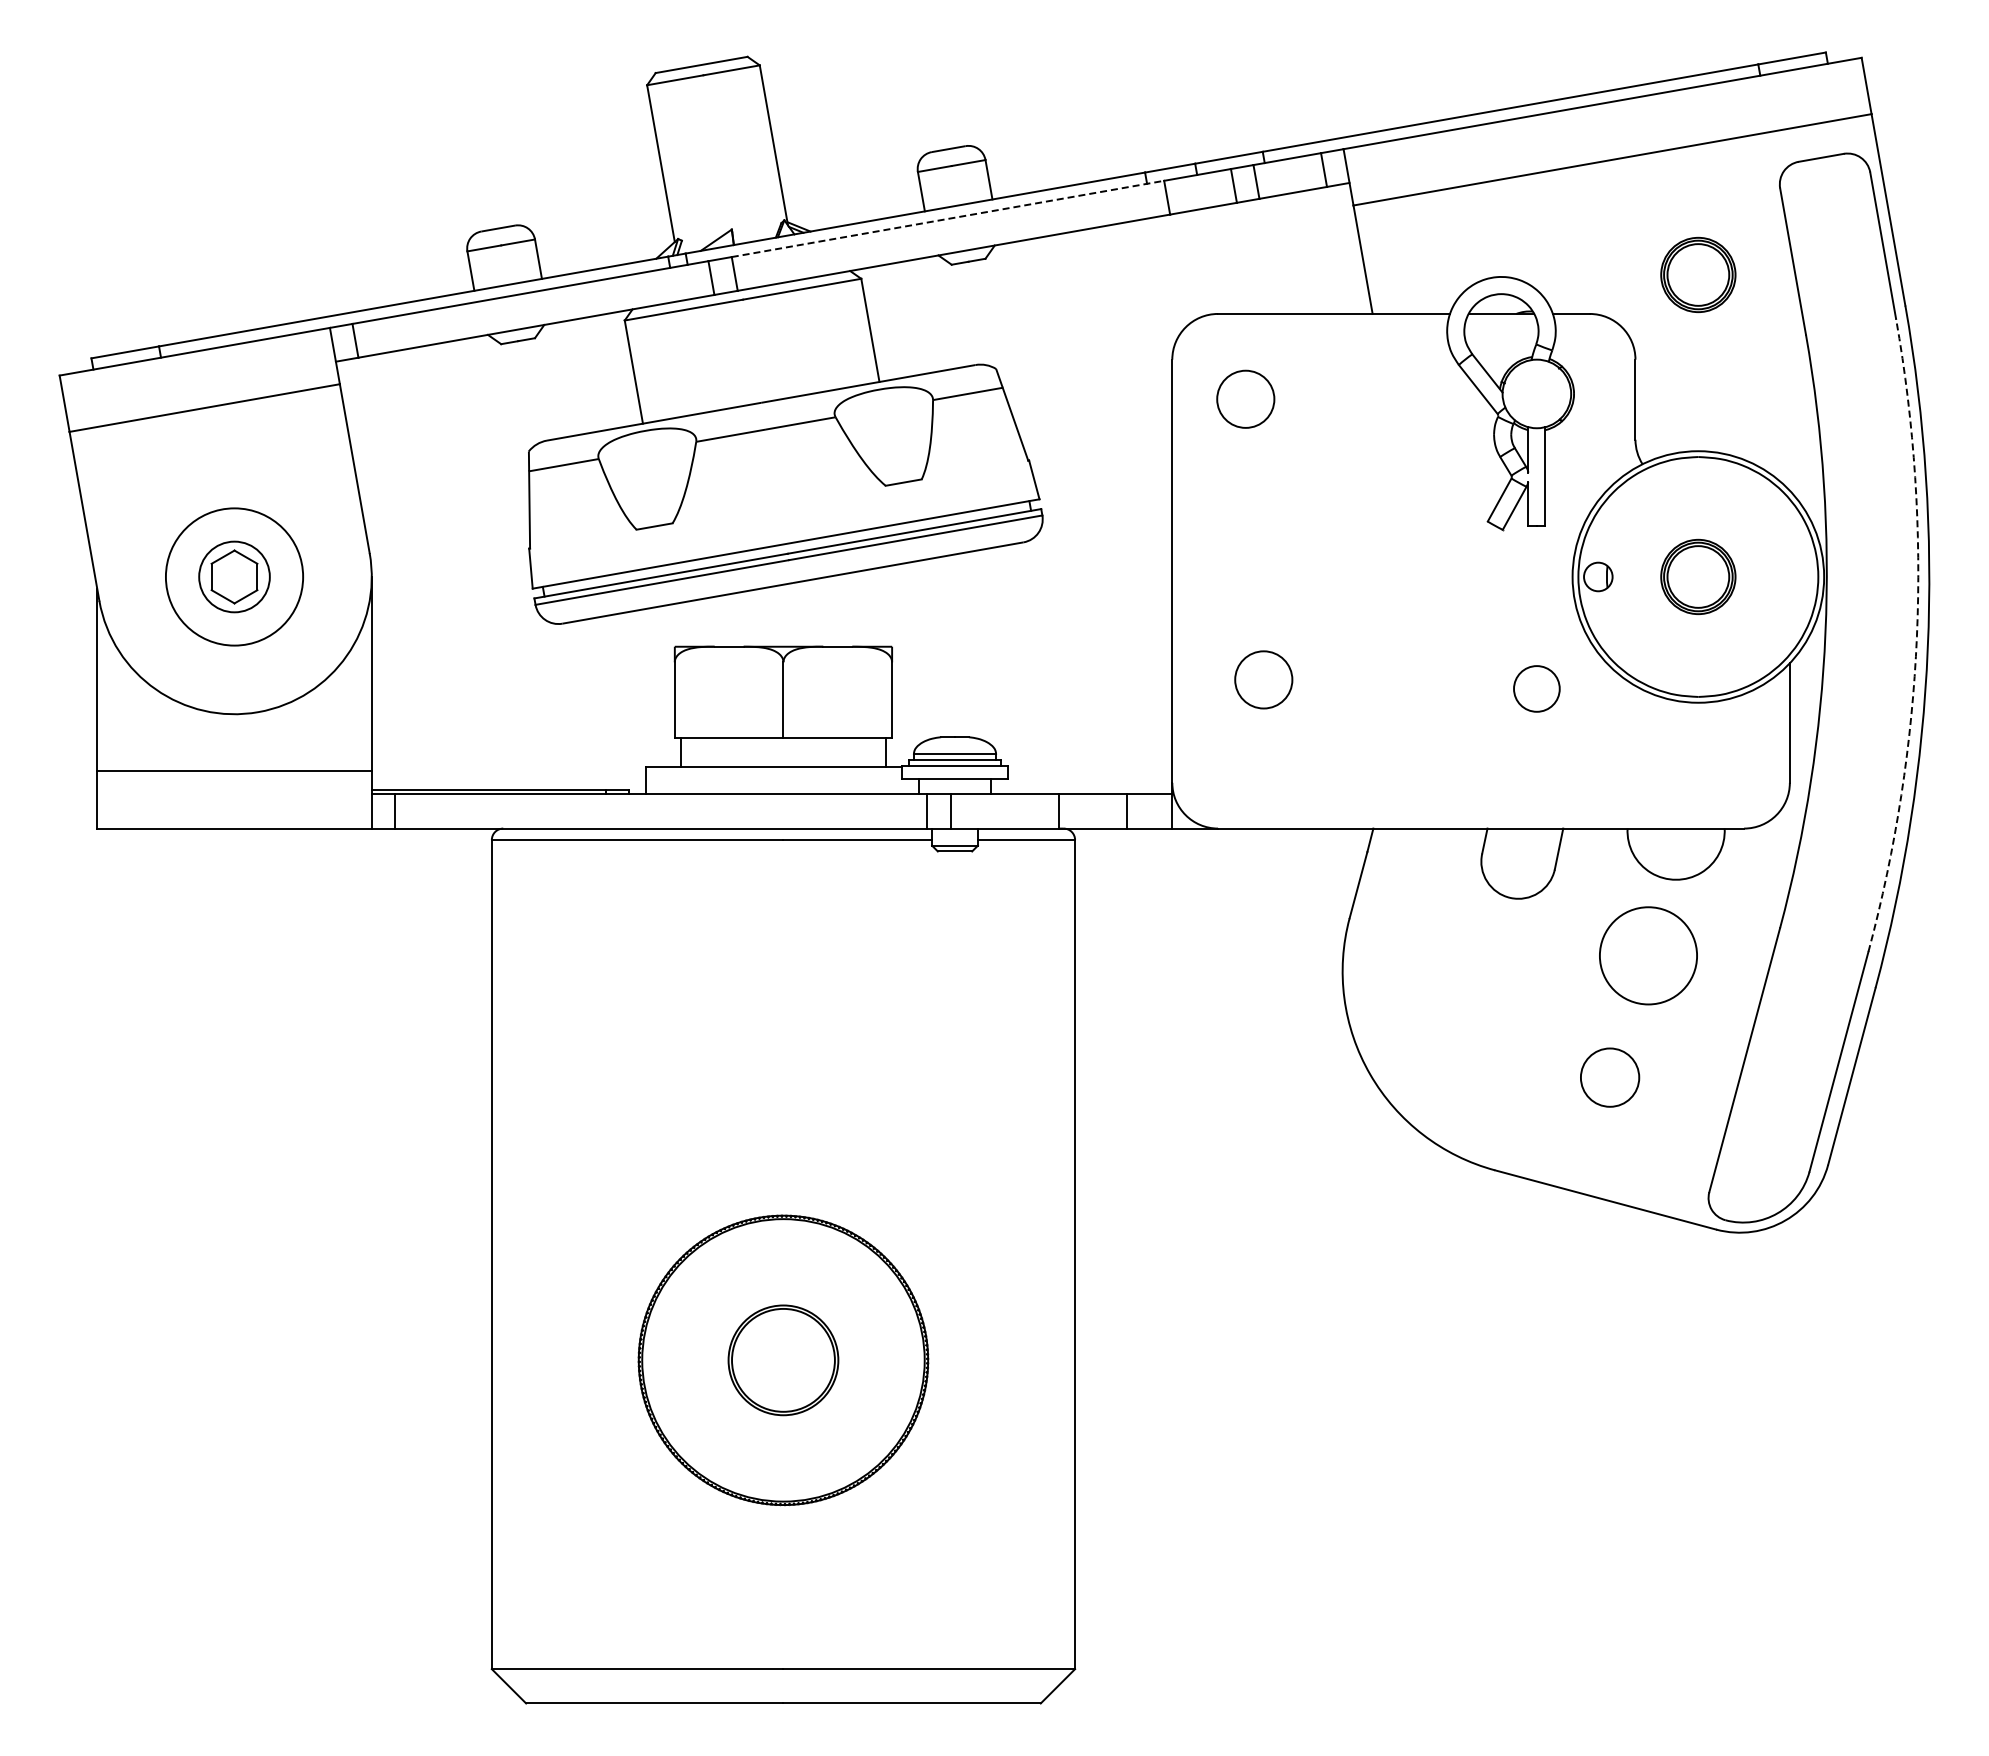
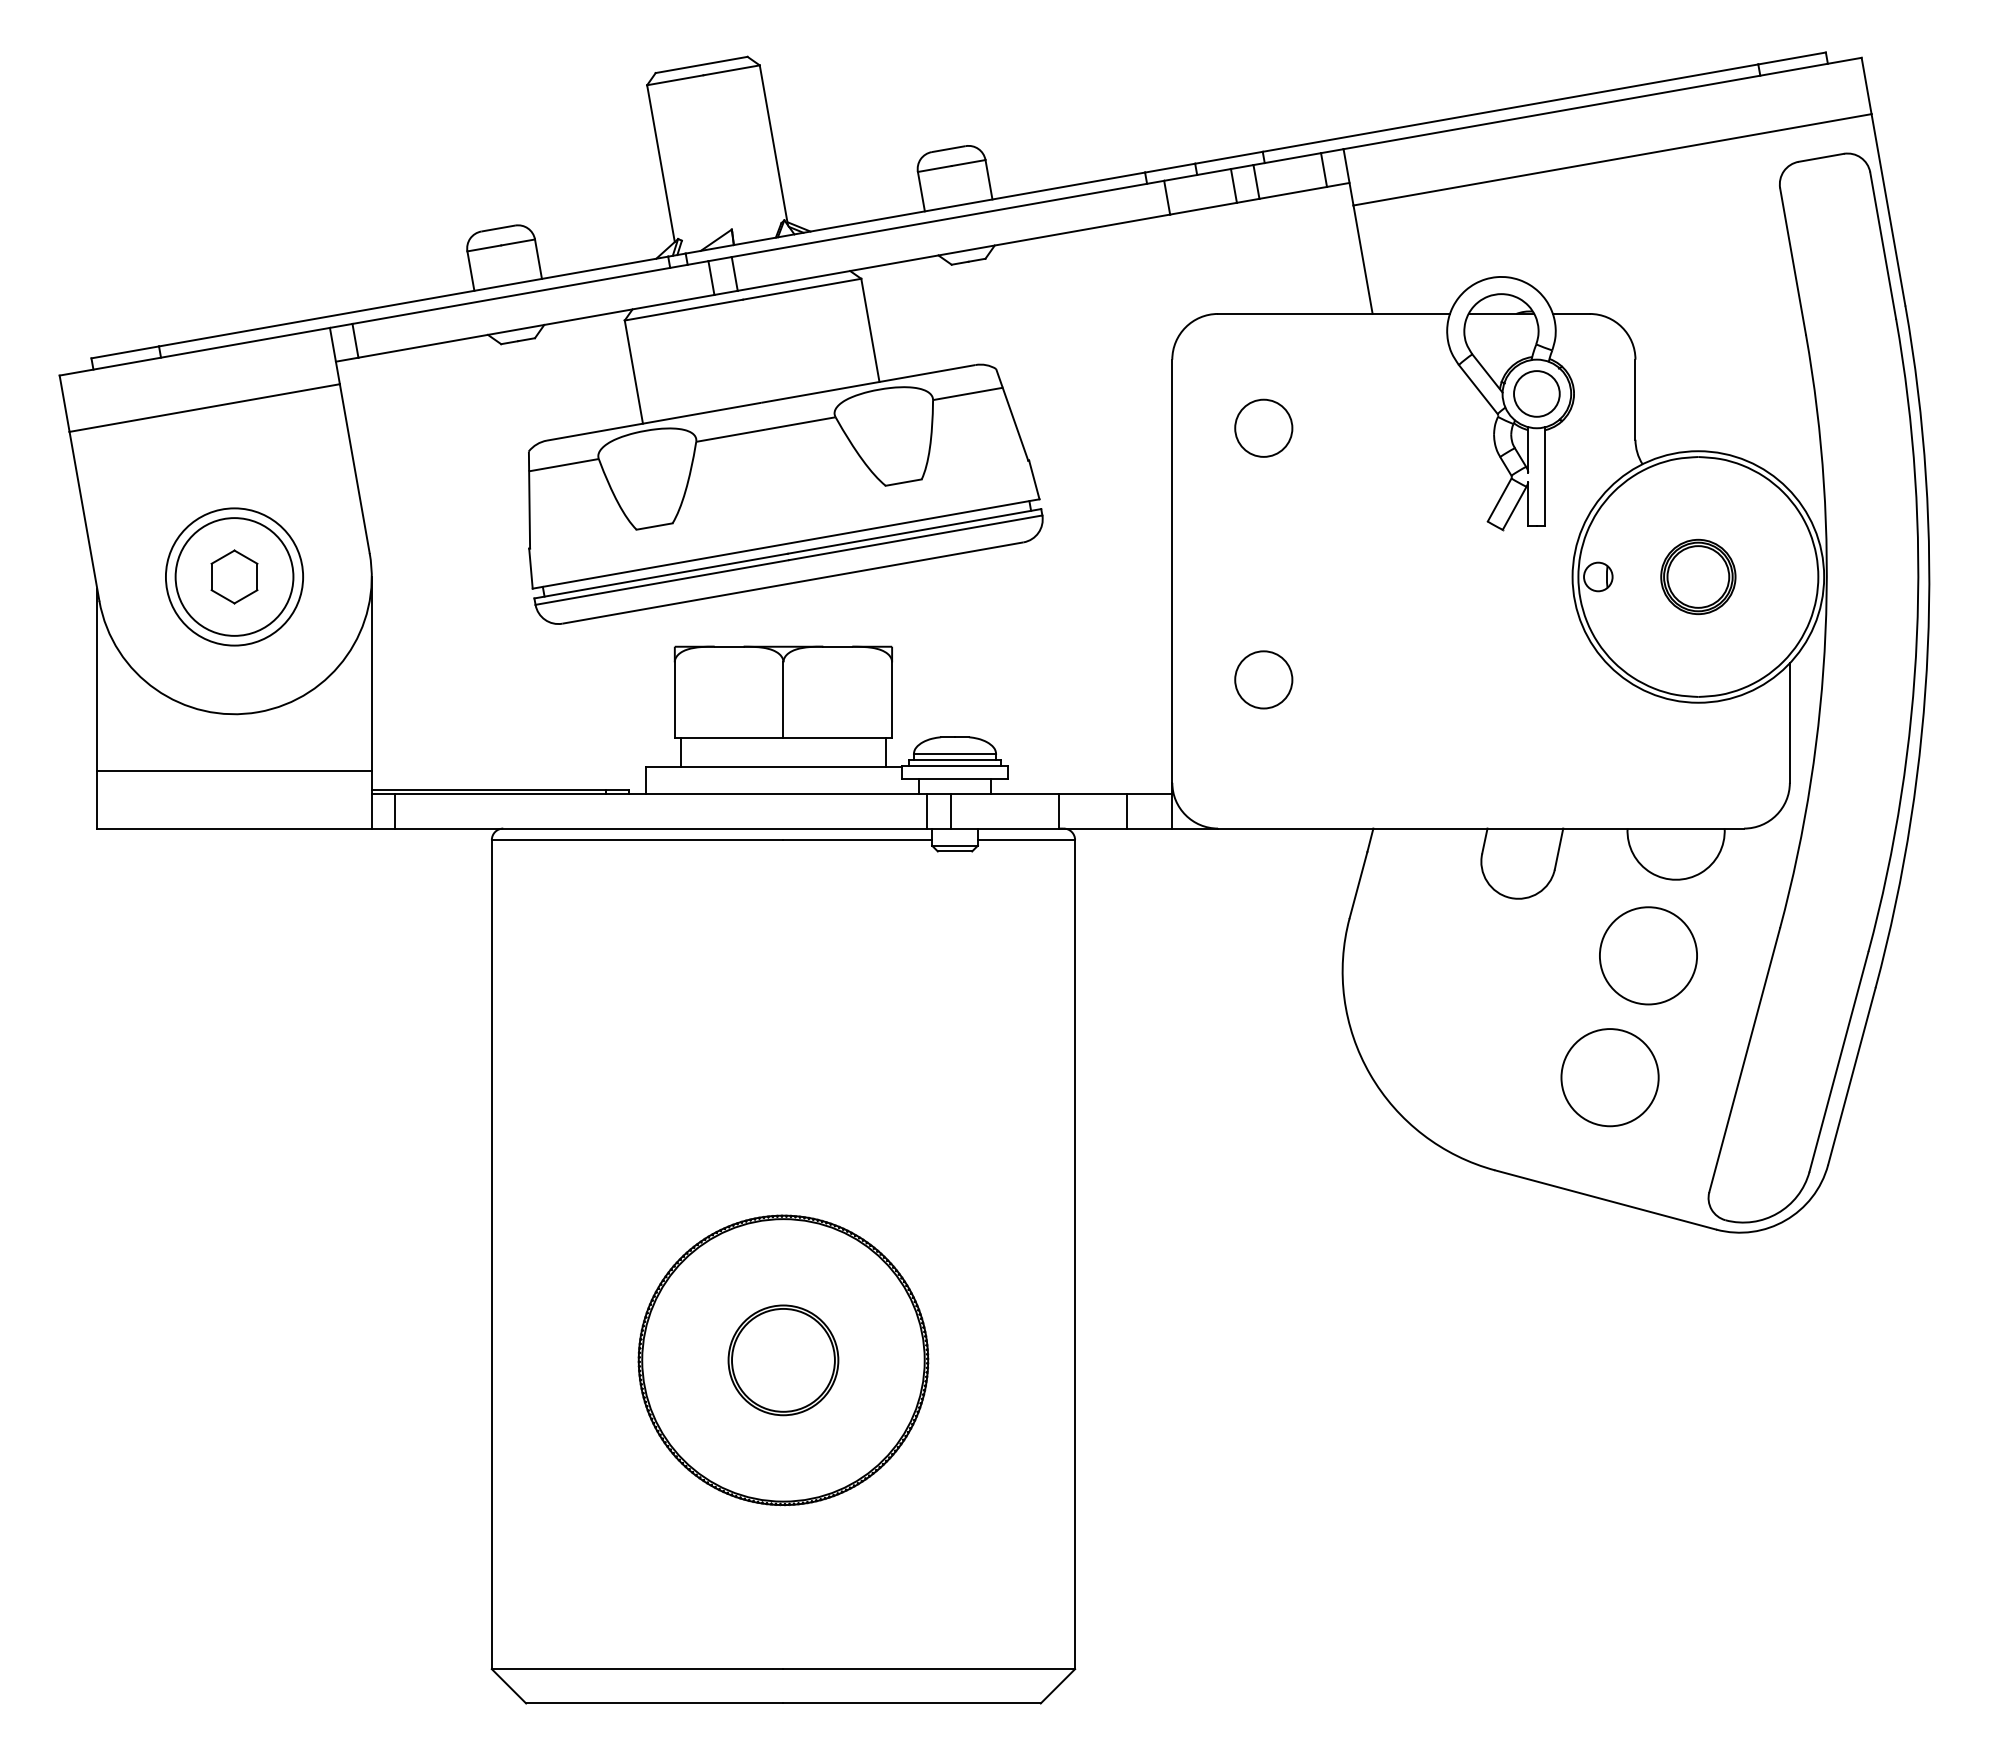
line at (947, 218): dashed -> solid
part at (1698, 274): present -> none
circle at (1245, 398) position: (1245, 398) -> (1263, 427)
circle at (234, 576) diameter: 71 px -> 118 px
arc at (1916, 636): dashed -> solid
circle at (1536, 688) position: (1536, 688) -> (1536, 393)
circle at (1609, 1077) diameter: 58 px -> 97 px
